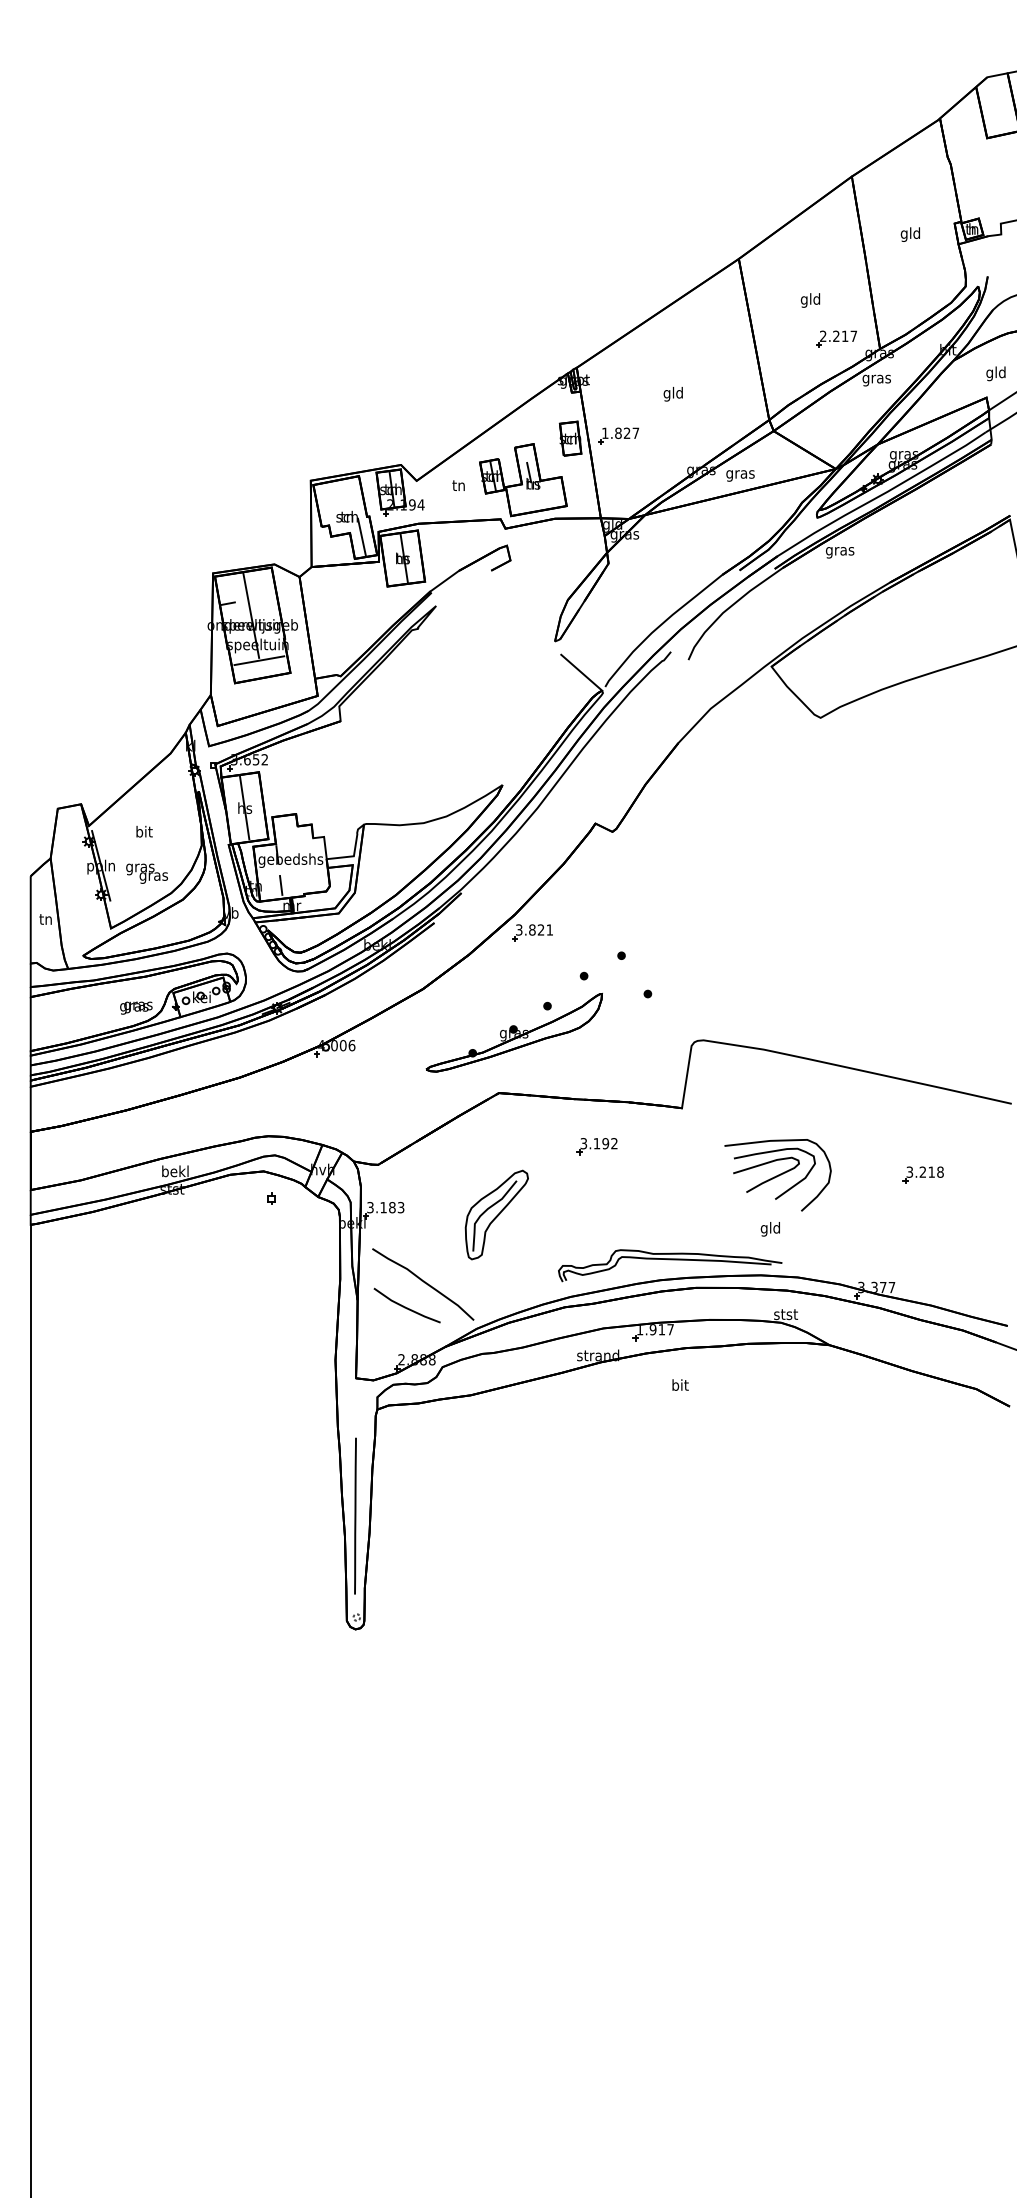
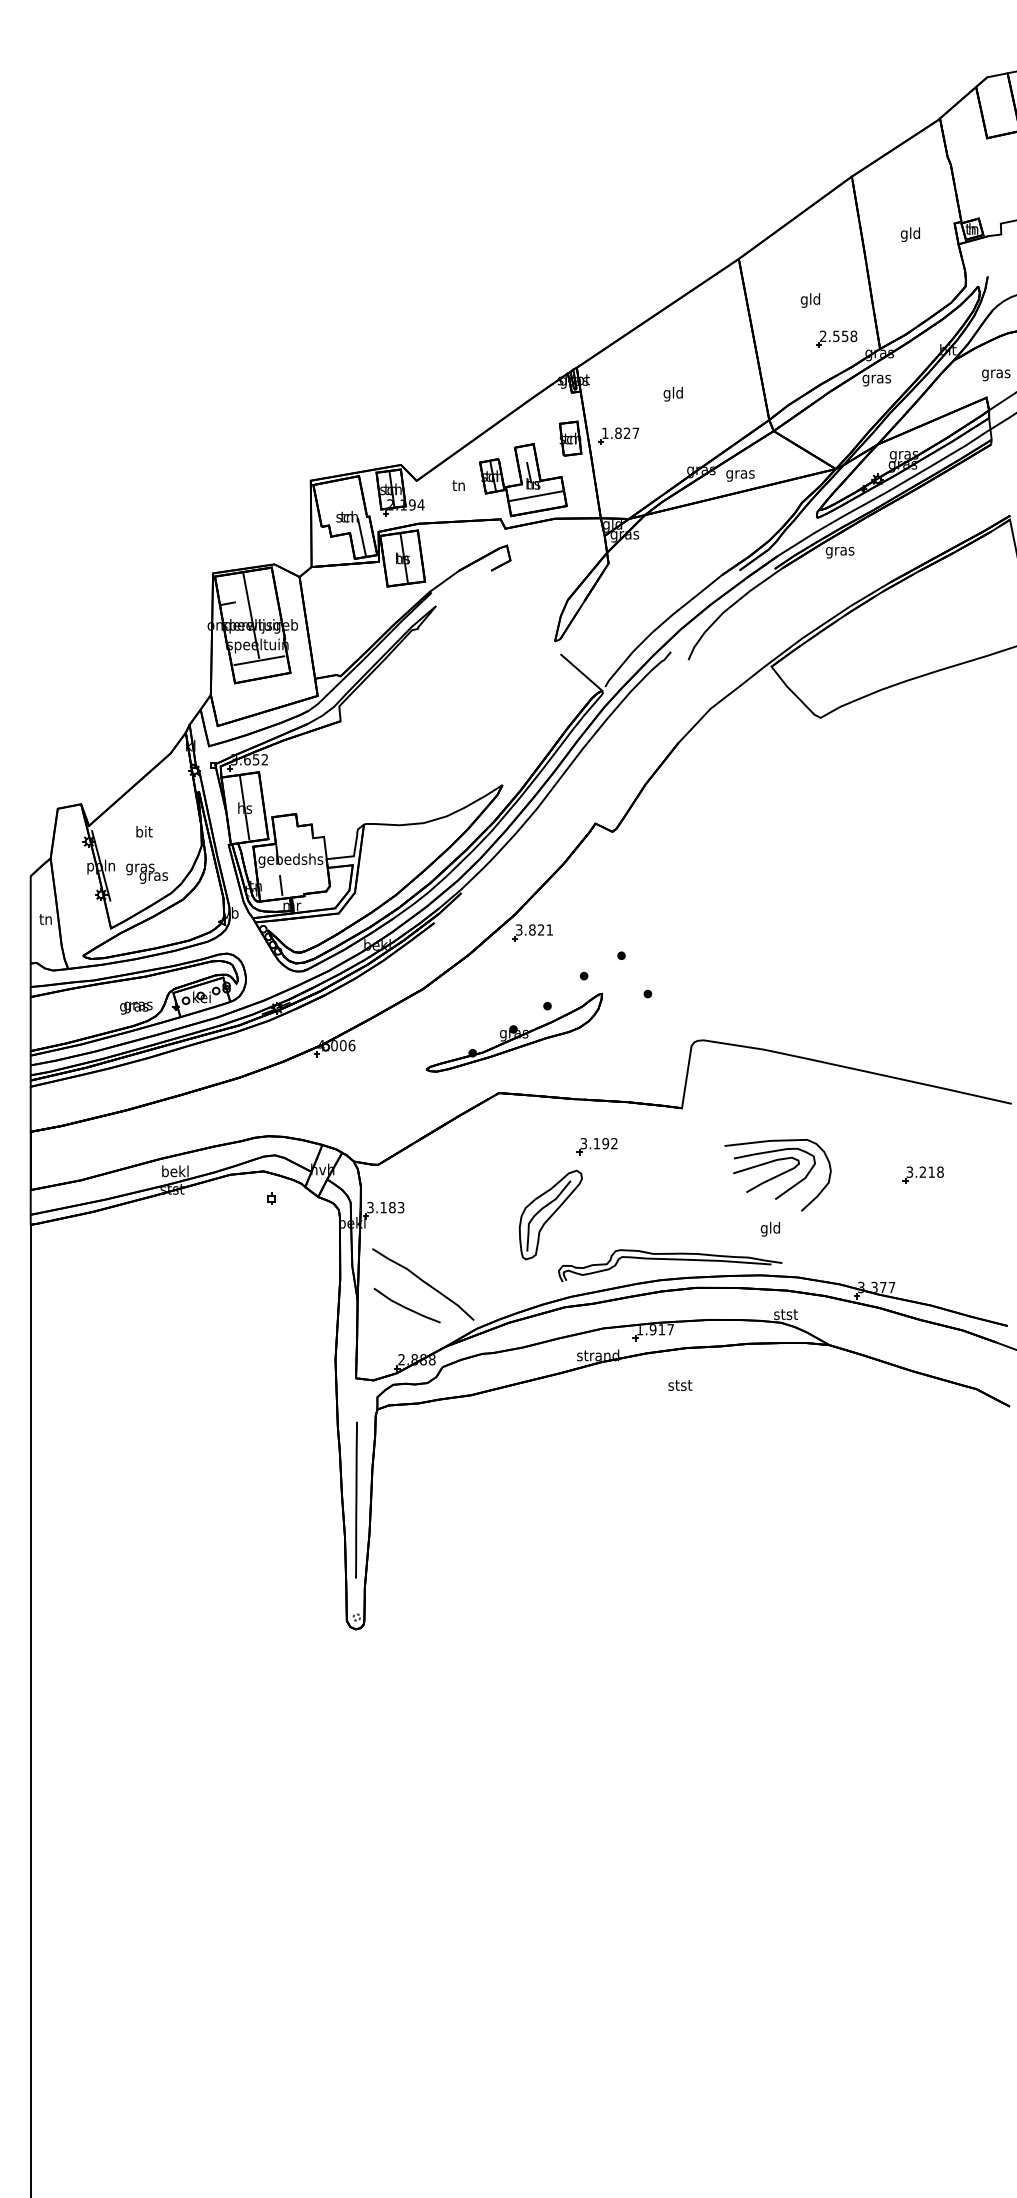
text at (845, 336): 2.217 -> 2.558
text at (996, 373): gld -> gras
line at (536, 495): none -> present
part at (496, 1214) position: (496, 1214) -> (550, 1214)
text at (680, 1384): bit -> stst
line at (355, 1515) position: (355, 1515) -> (356, 1499)
